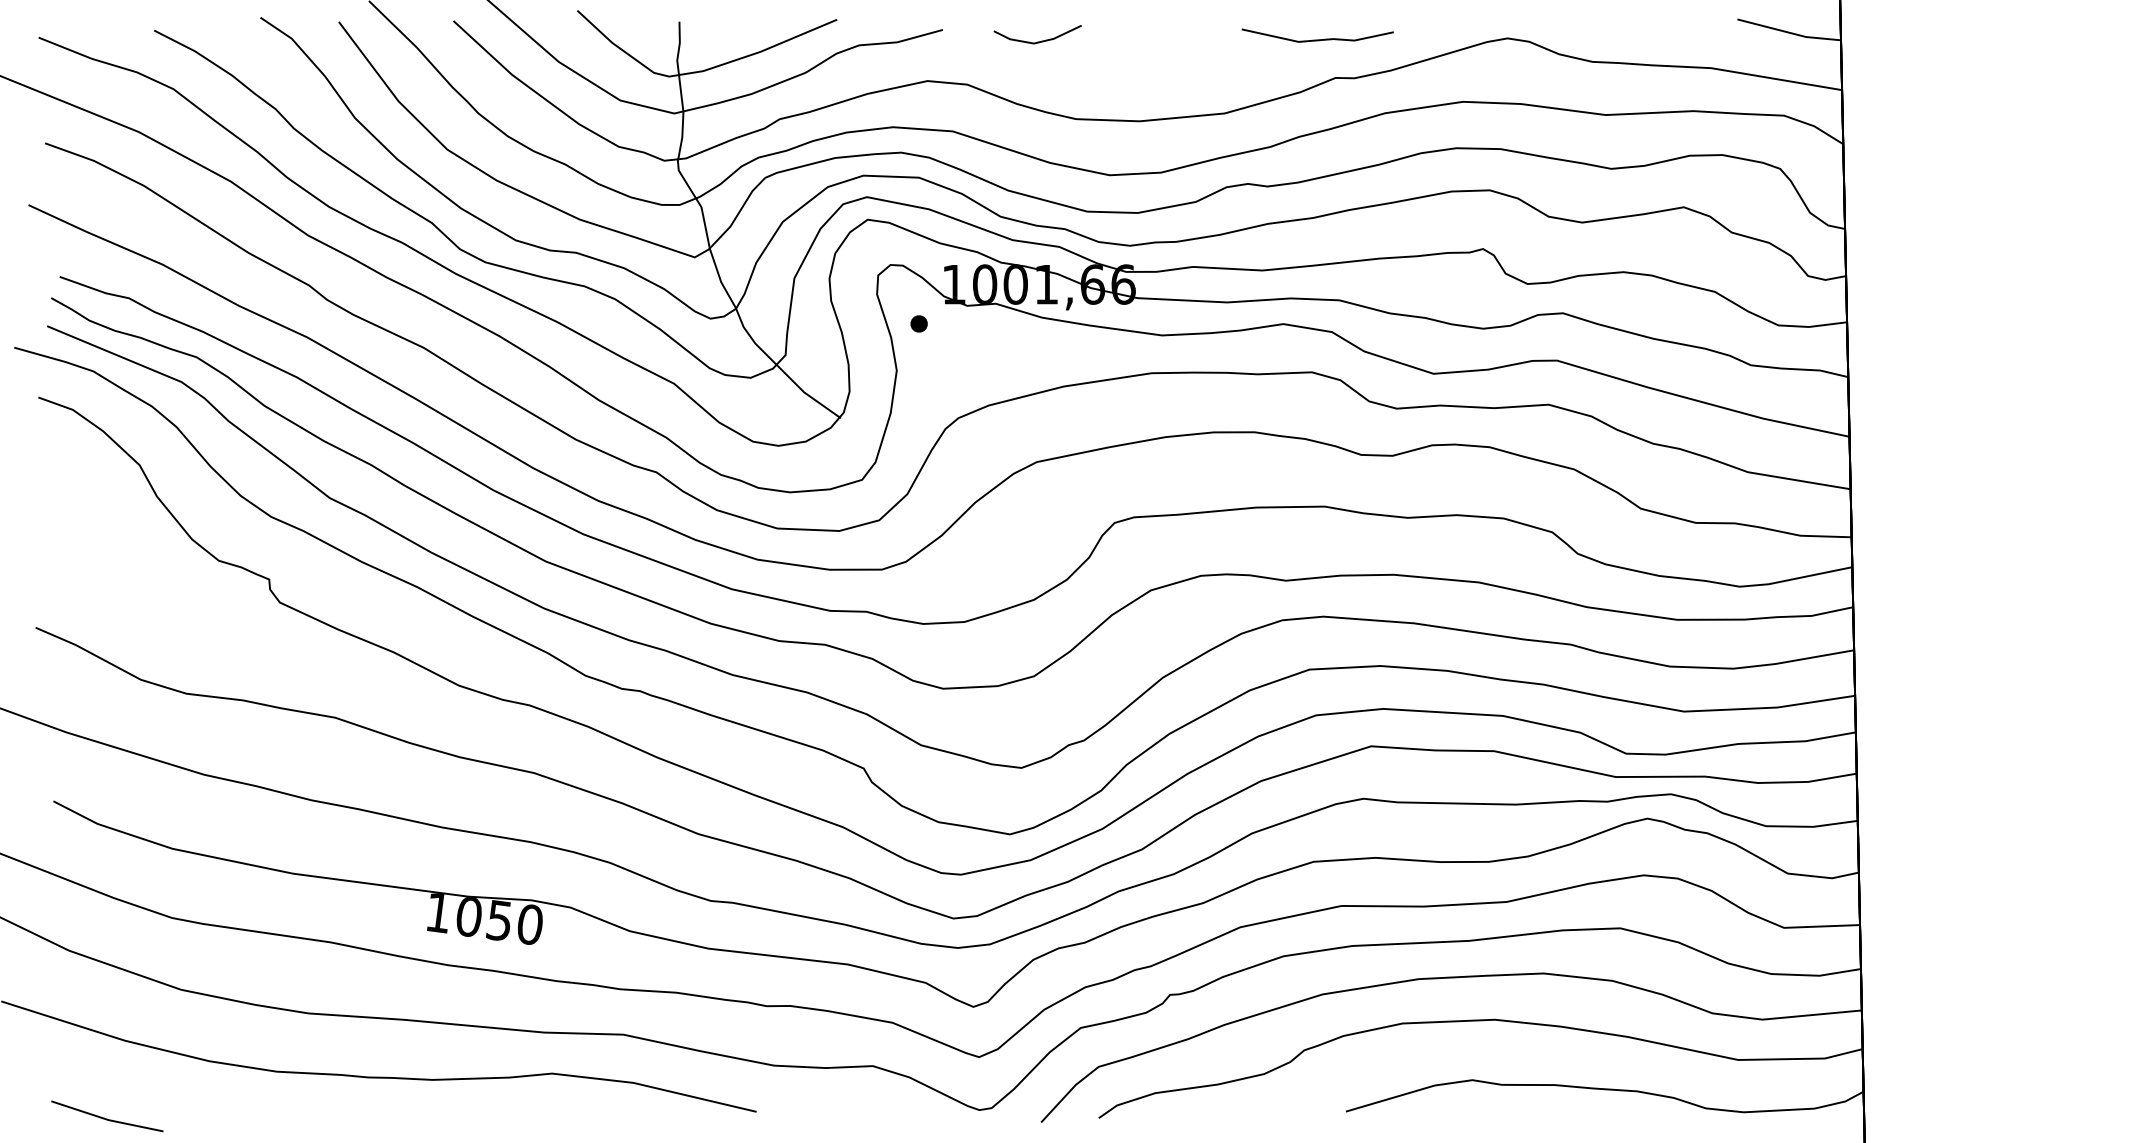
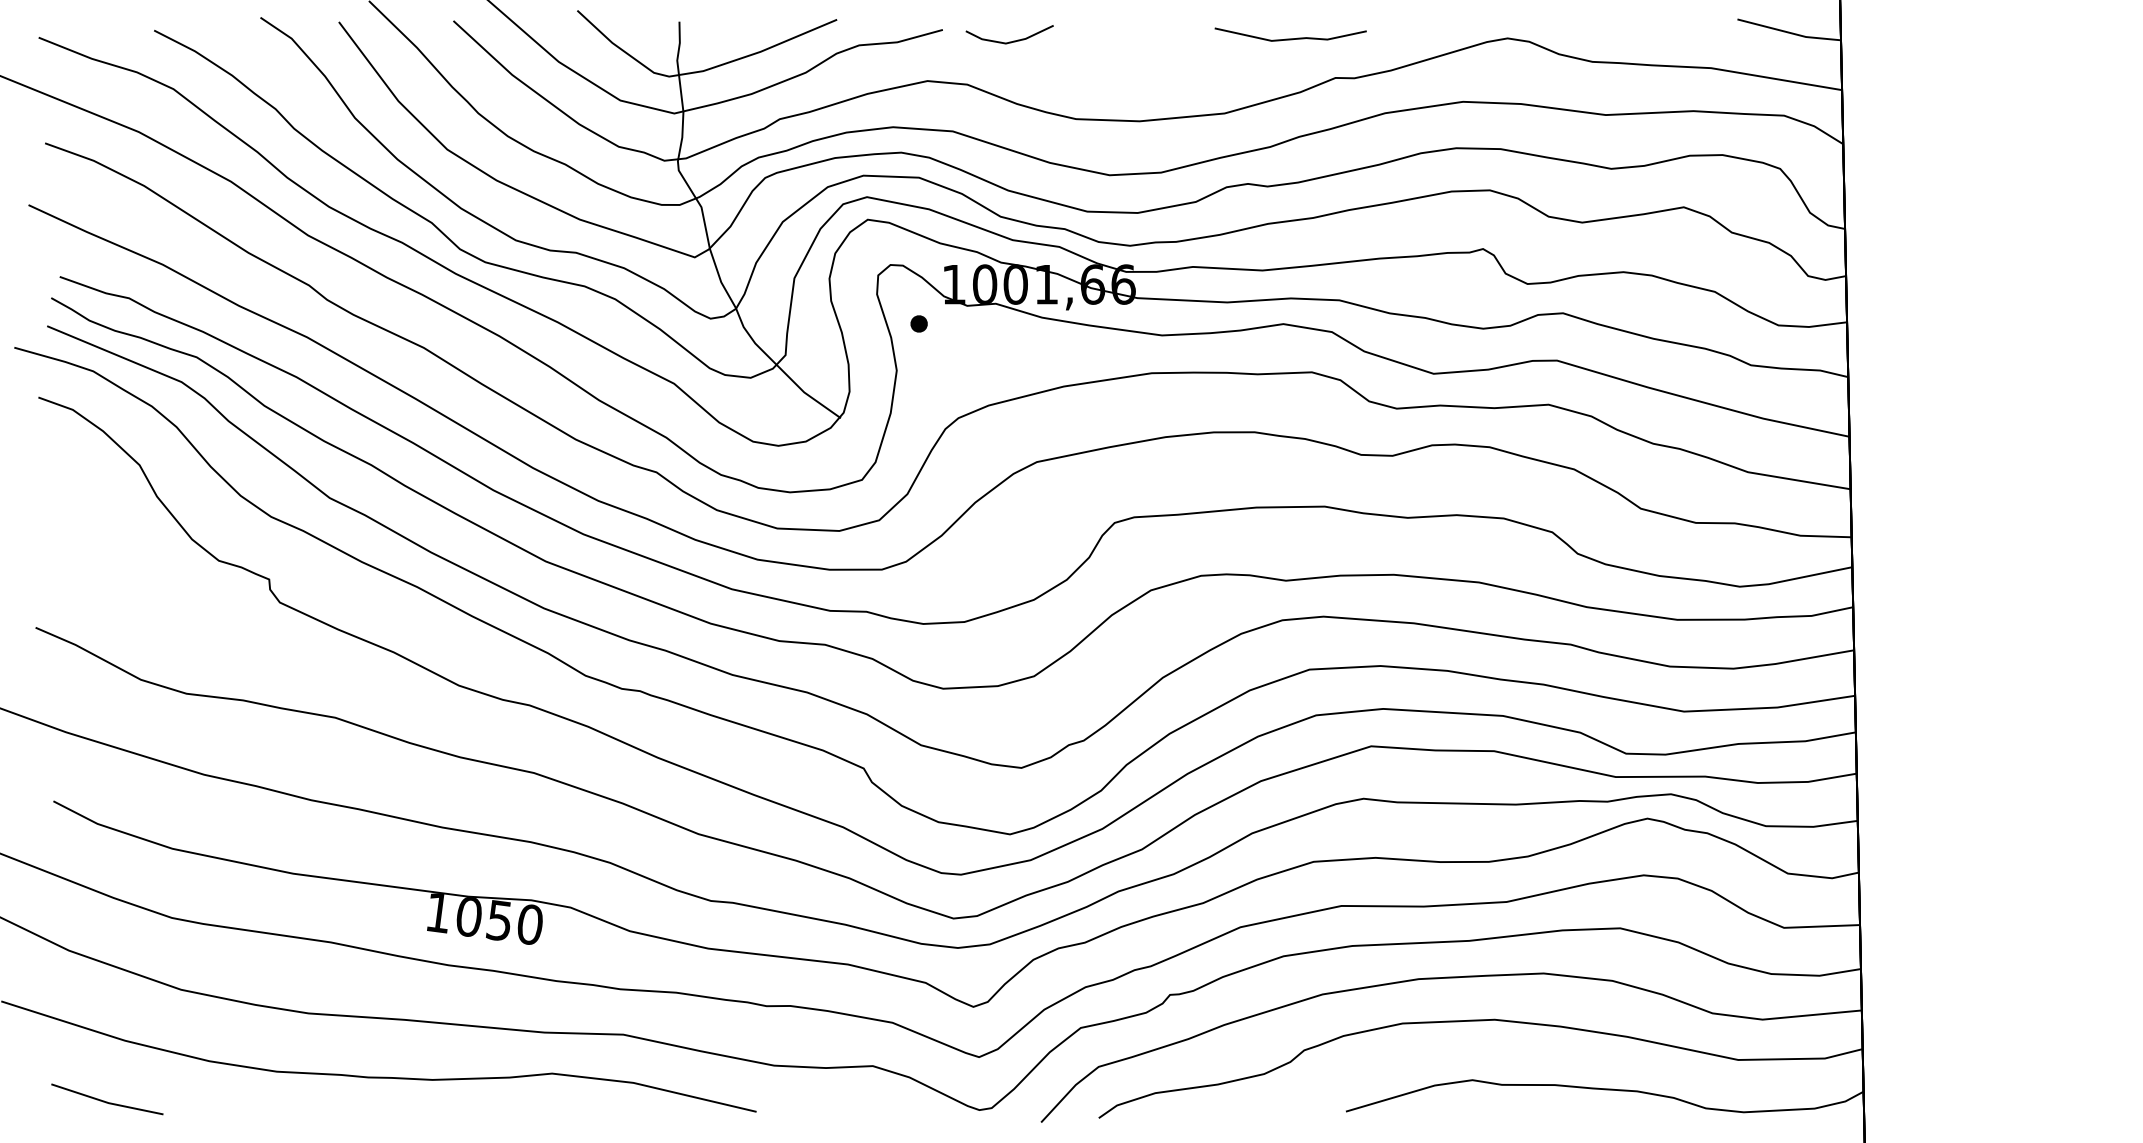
line at (1317, 39) position: (1317, 39) -> (1290, 38)
line at (1037, 41) position: (1037, 41) -> (1009, 41)
line at (107, 1118) position: (107, 1118) -> (107, 1101)
